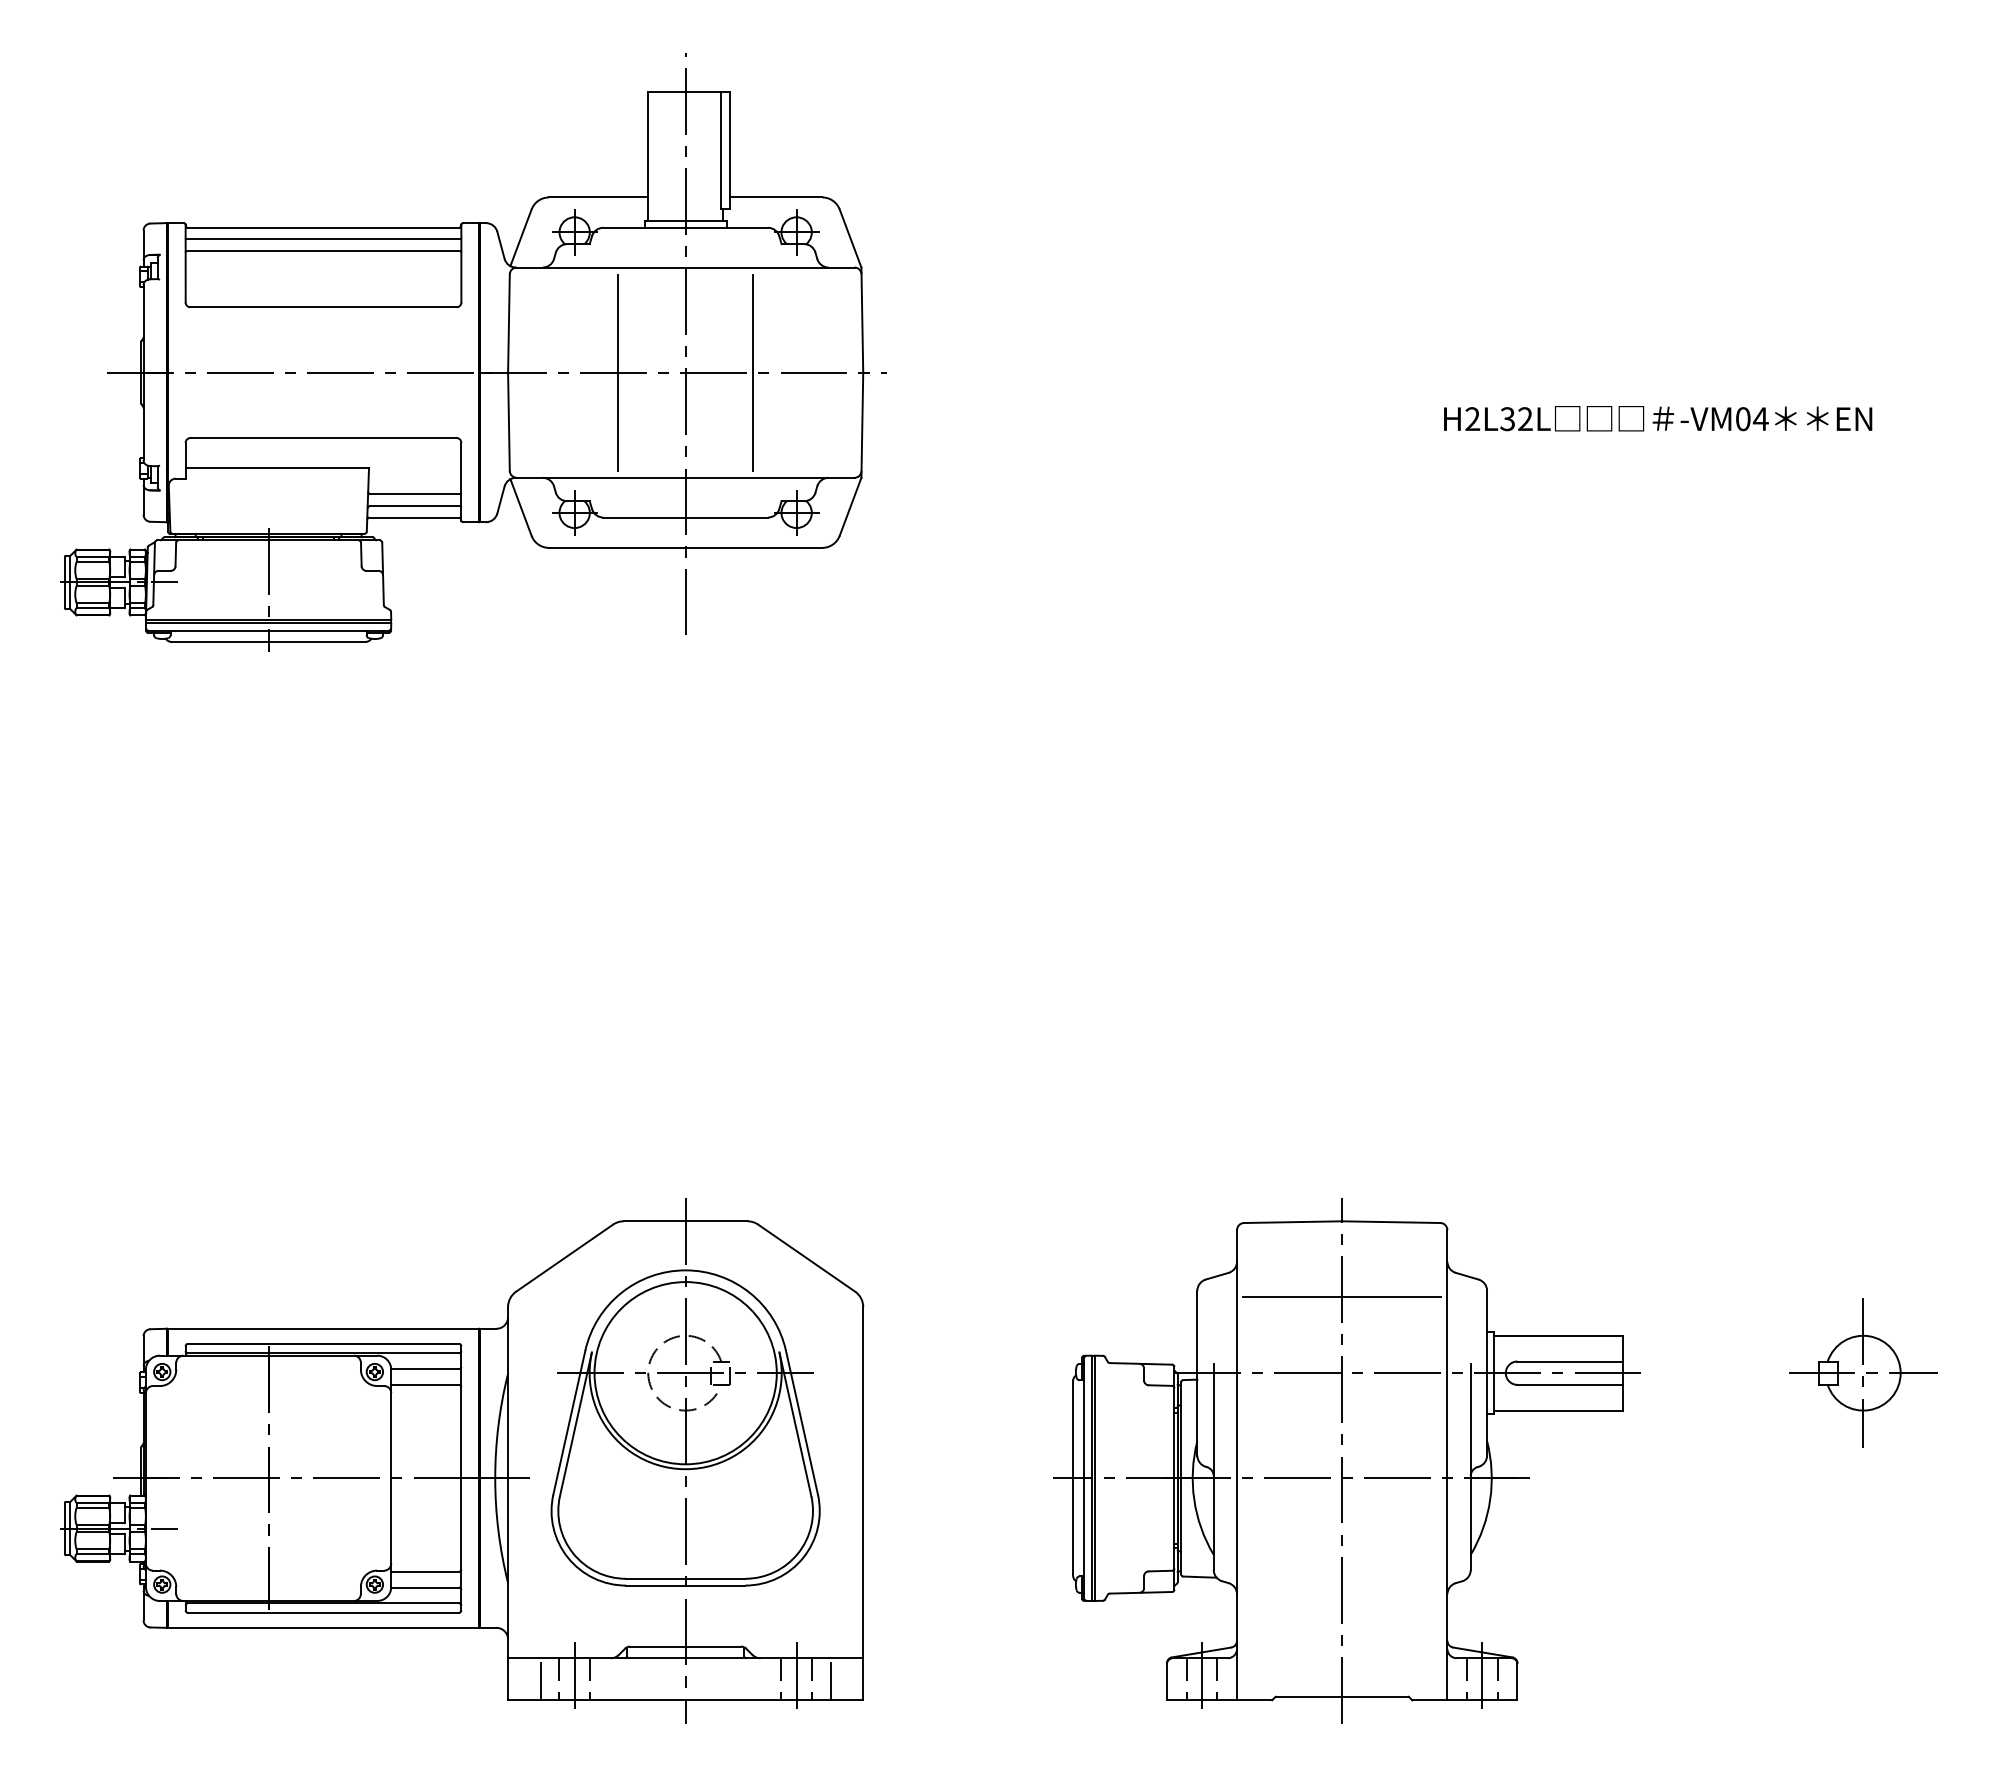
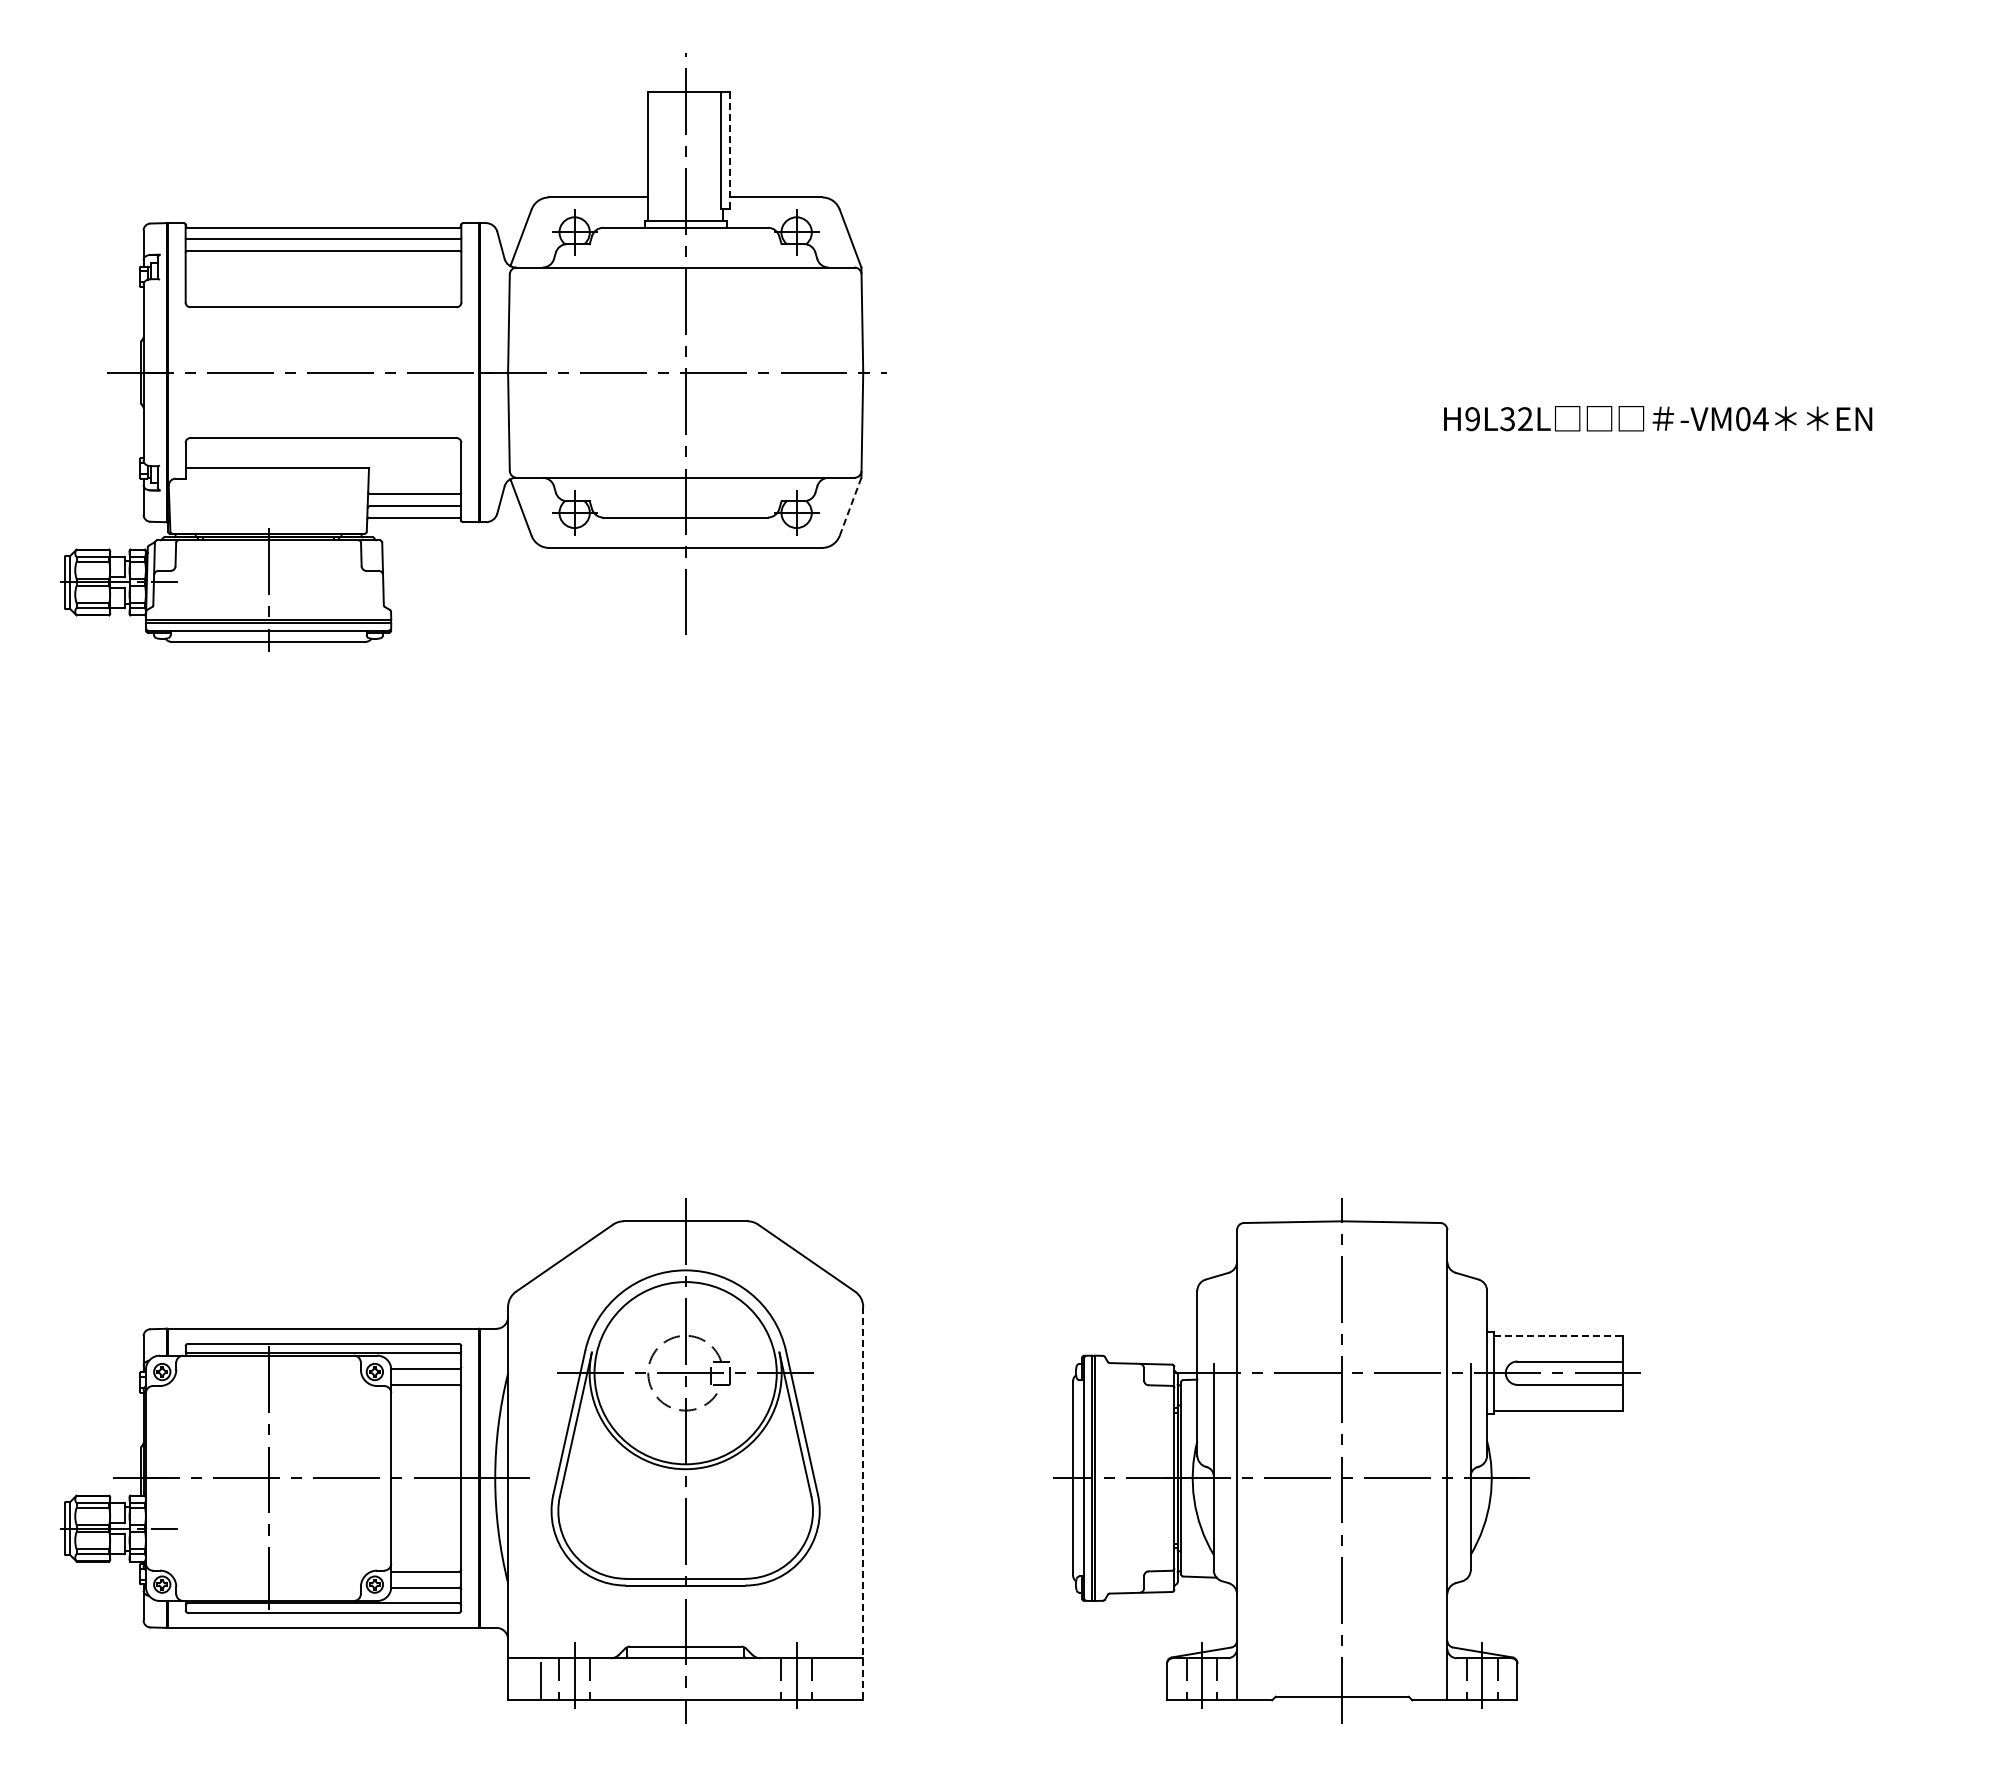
line at (730, 151): solid -> dashed
line at (617, 372): present -> none
line at (753, 372): present -> none
text at (1472, 419): H2L32L -> H9L32L
line at (850, 506): solid -> dashed
line at (1341, 1297): present -> none
line at (1558, 1335): solid -> dashed
part at (1863, 1372): present -> none
line at (863, 1503): solid -> dashed
line at (830, 1681): present -> none
